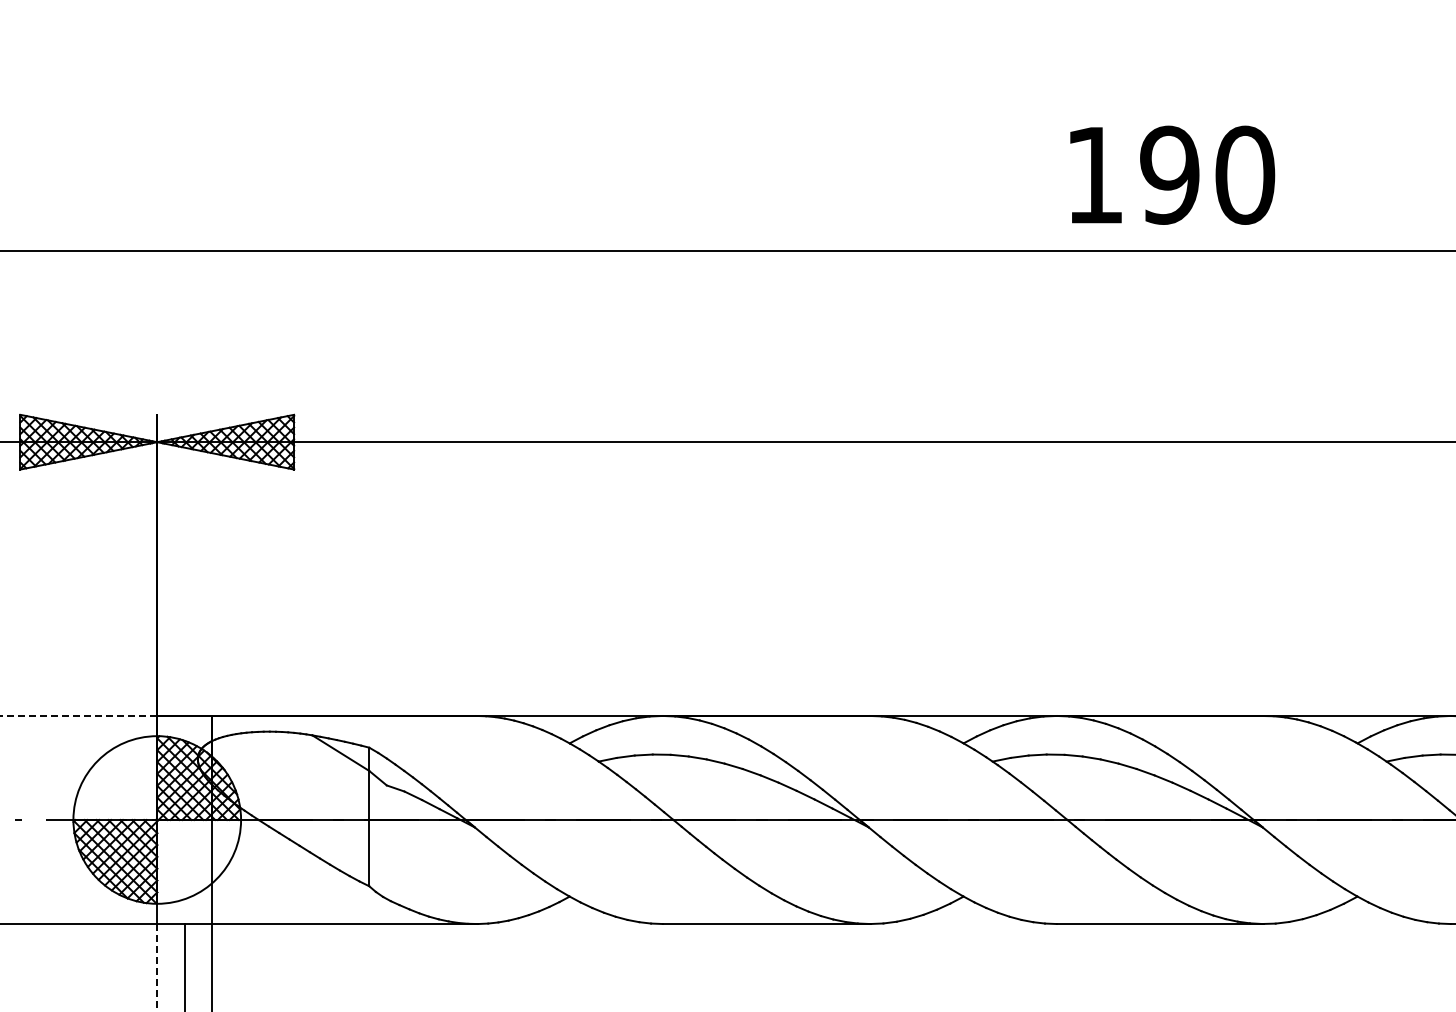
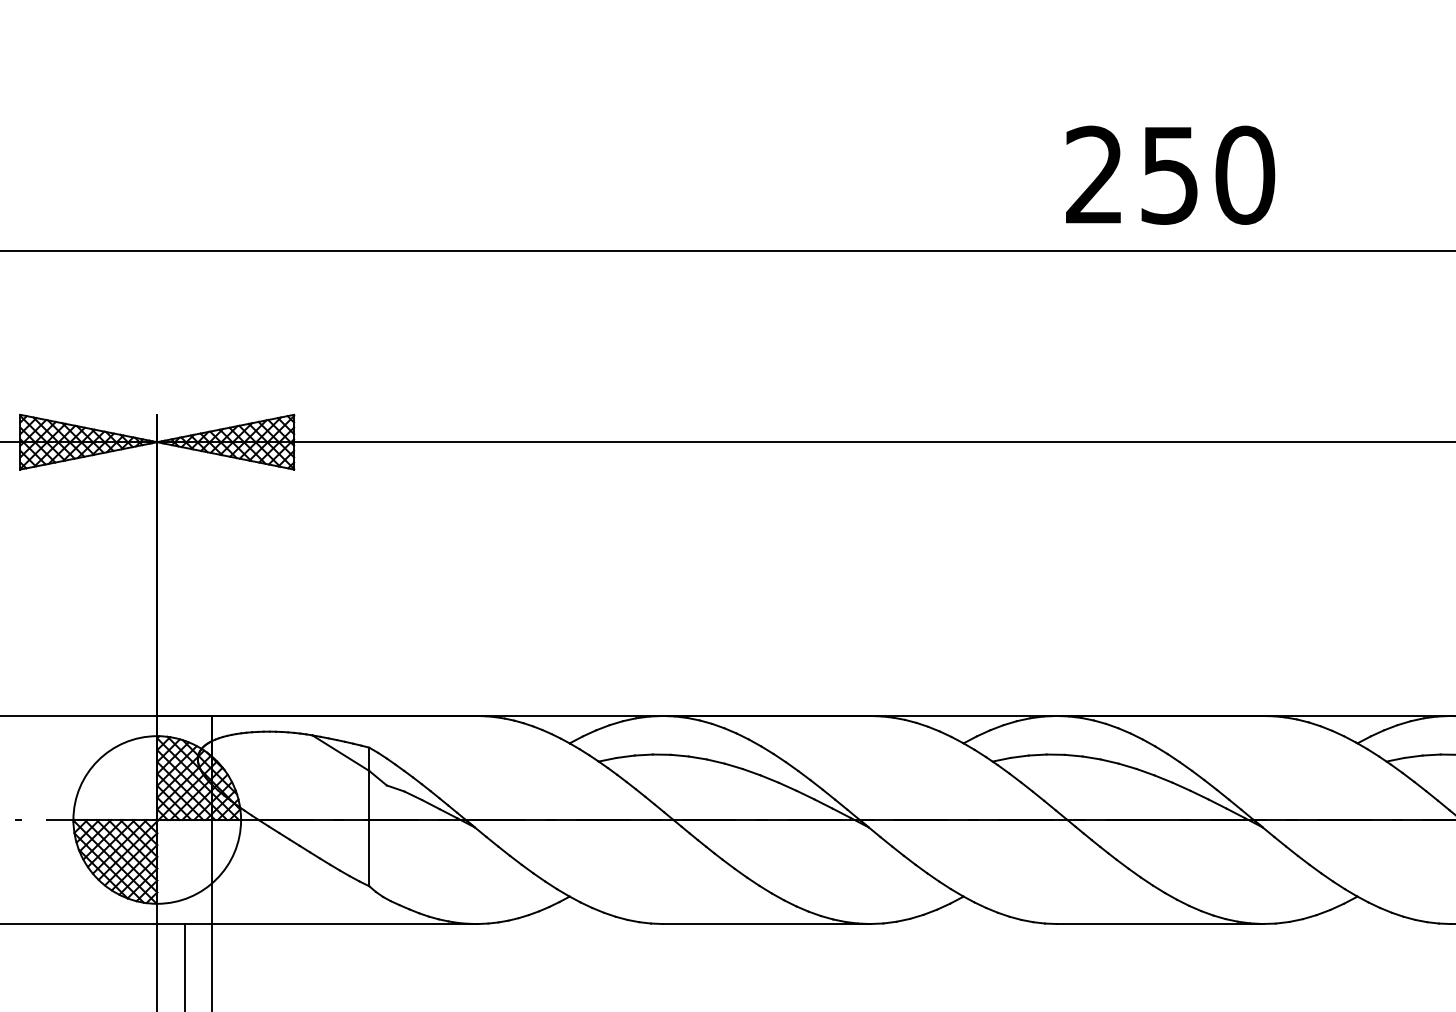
text at (1132, 174): 190 -> 250
line at (78, 715): dashed -> solid
line at (157, 967): dashed -> solid
